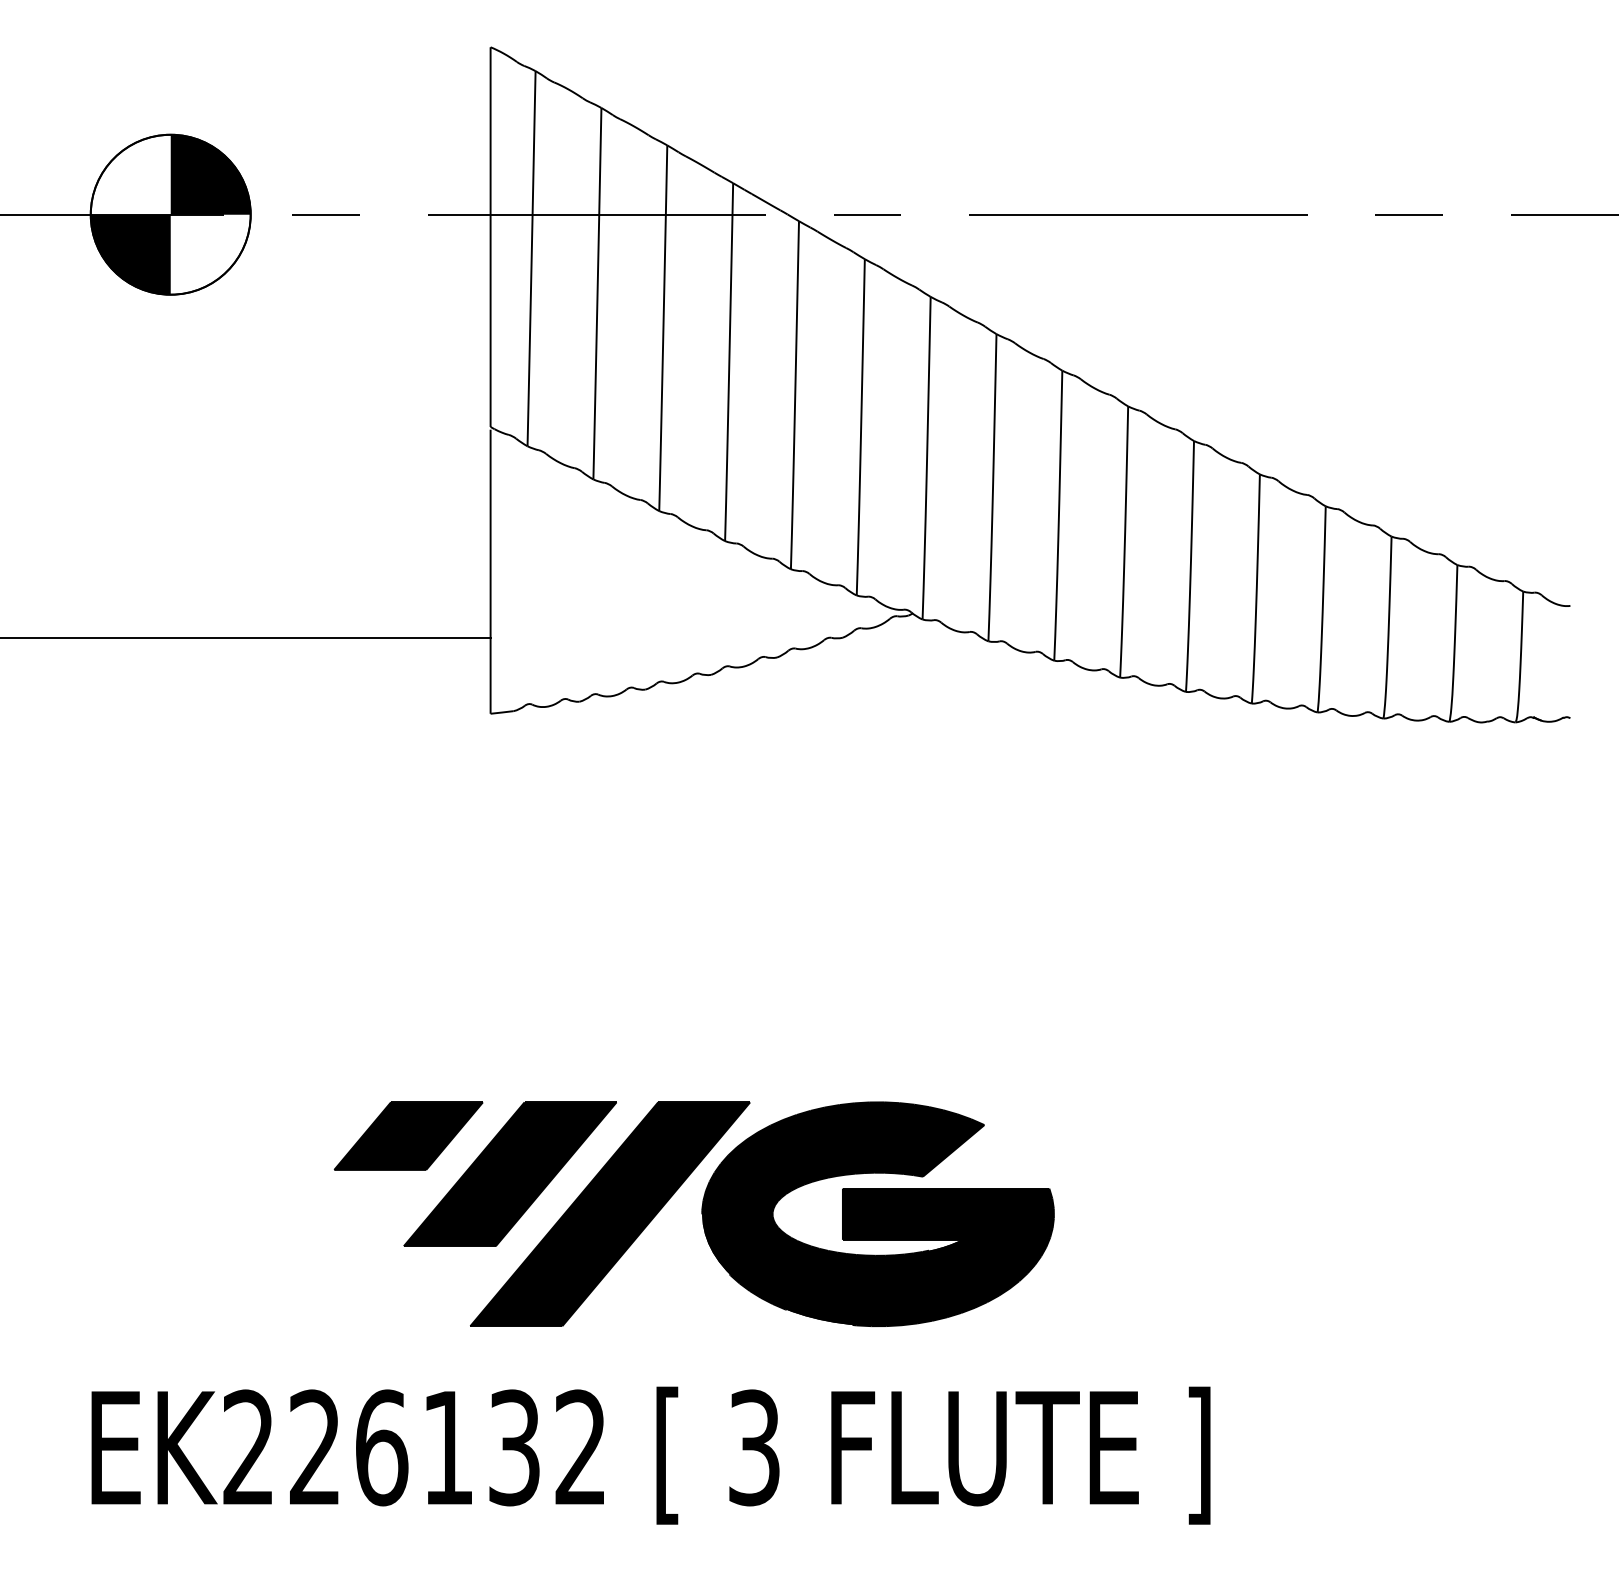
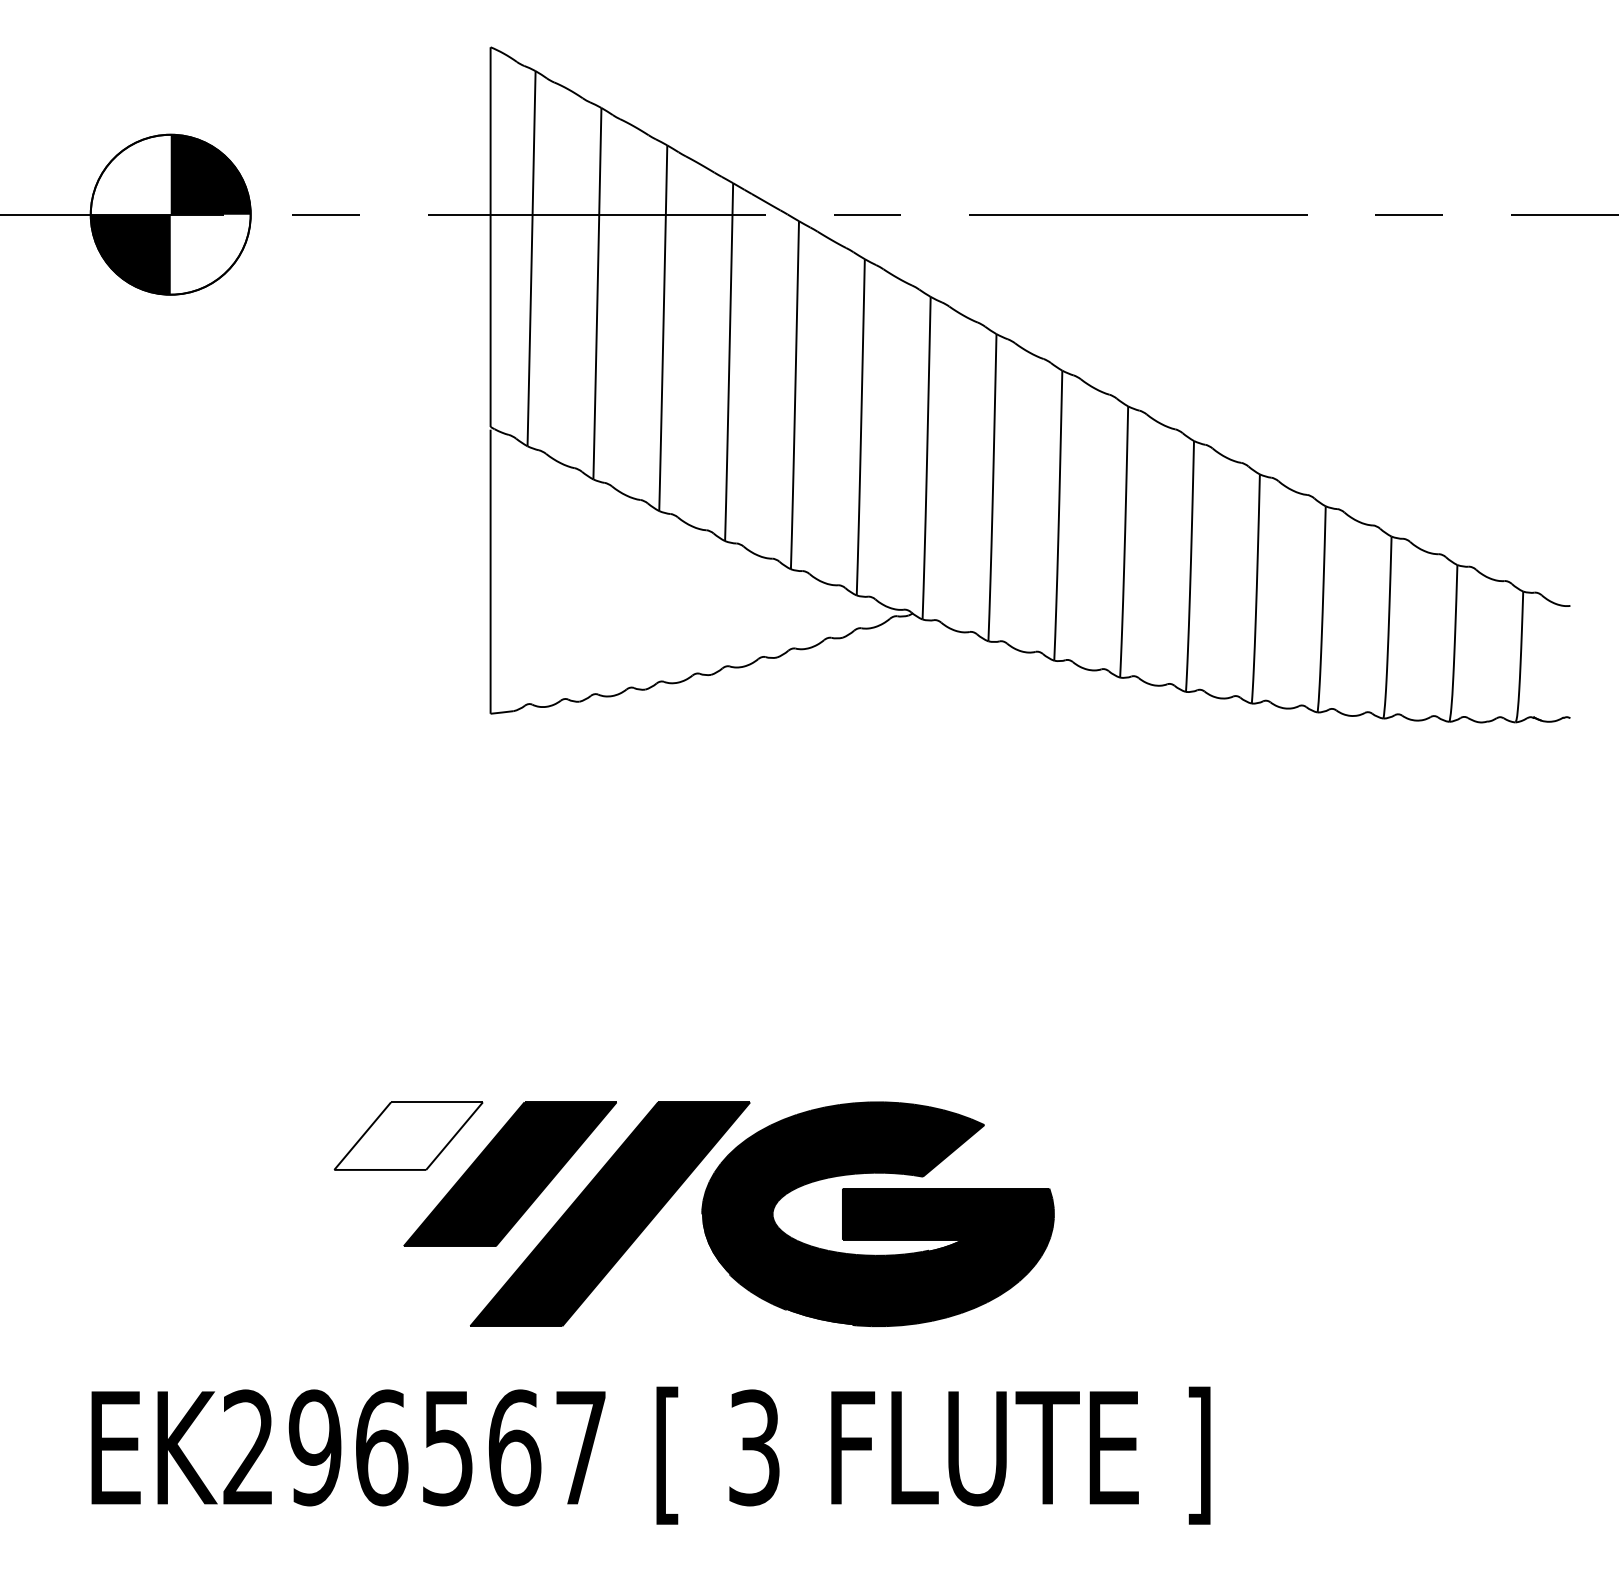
line at (246, 637): present -> none
fill at (408, 1135): present -> none
text at (446, 1447): EK226132 -> EK296567
